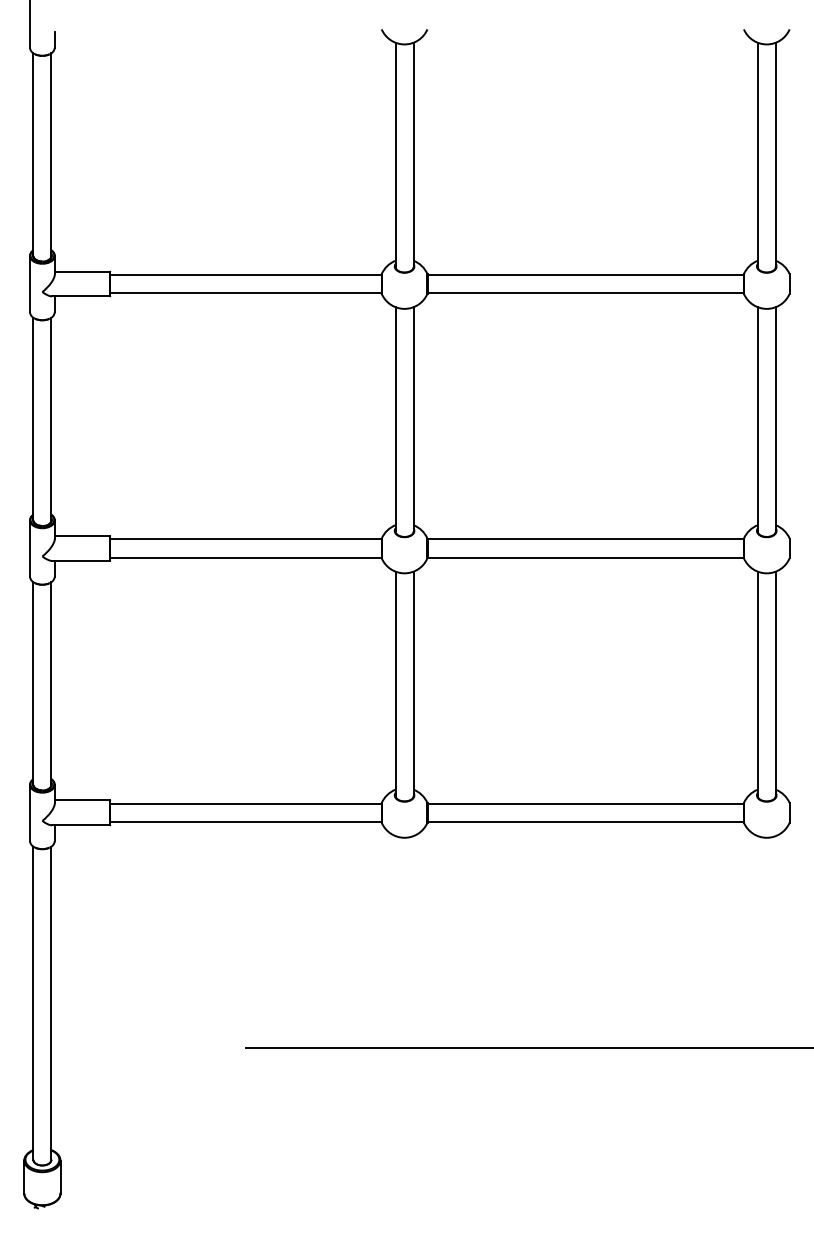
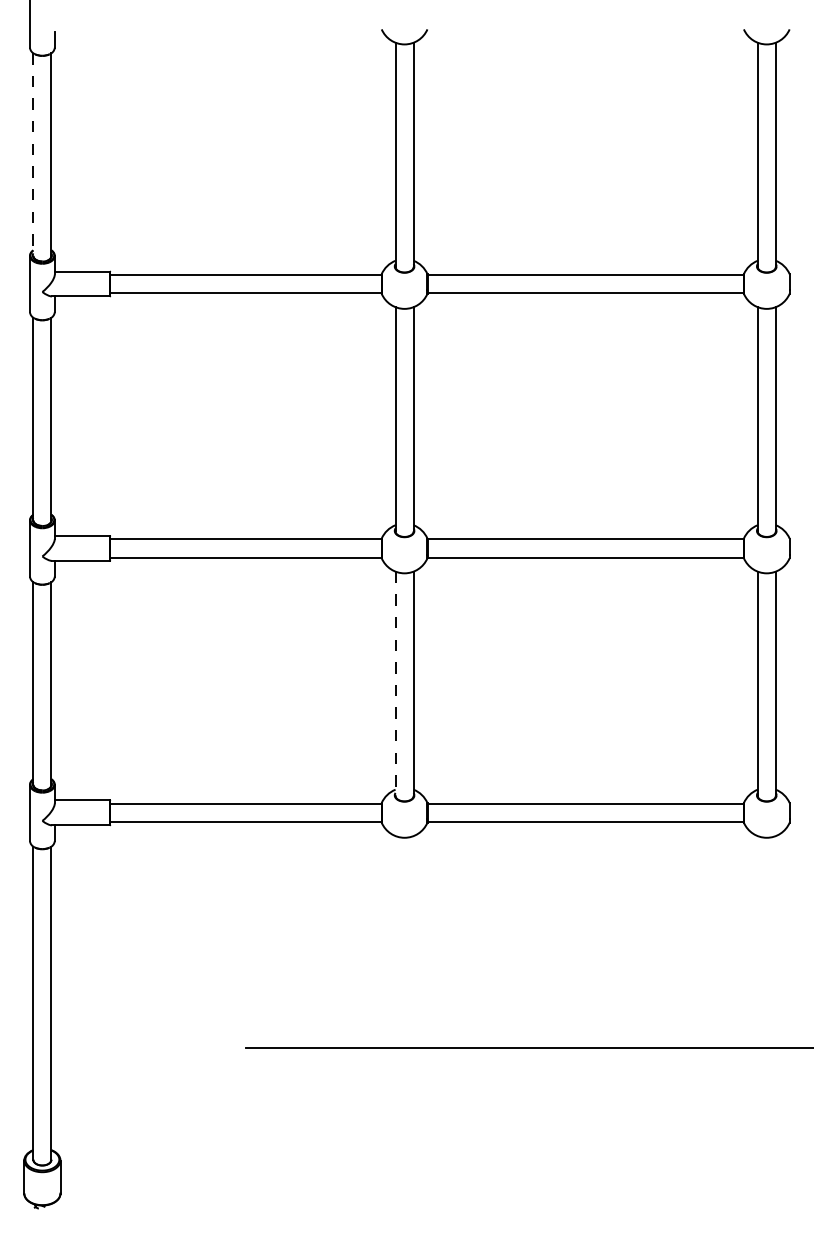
line at (33, 155): solid -> dashed
line at (395, 684): solid -> dashed
